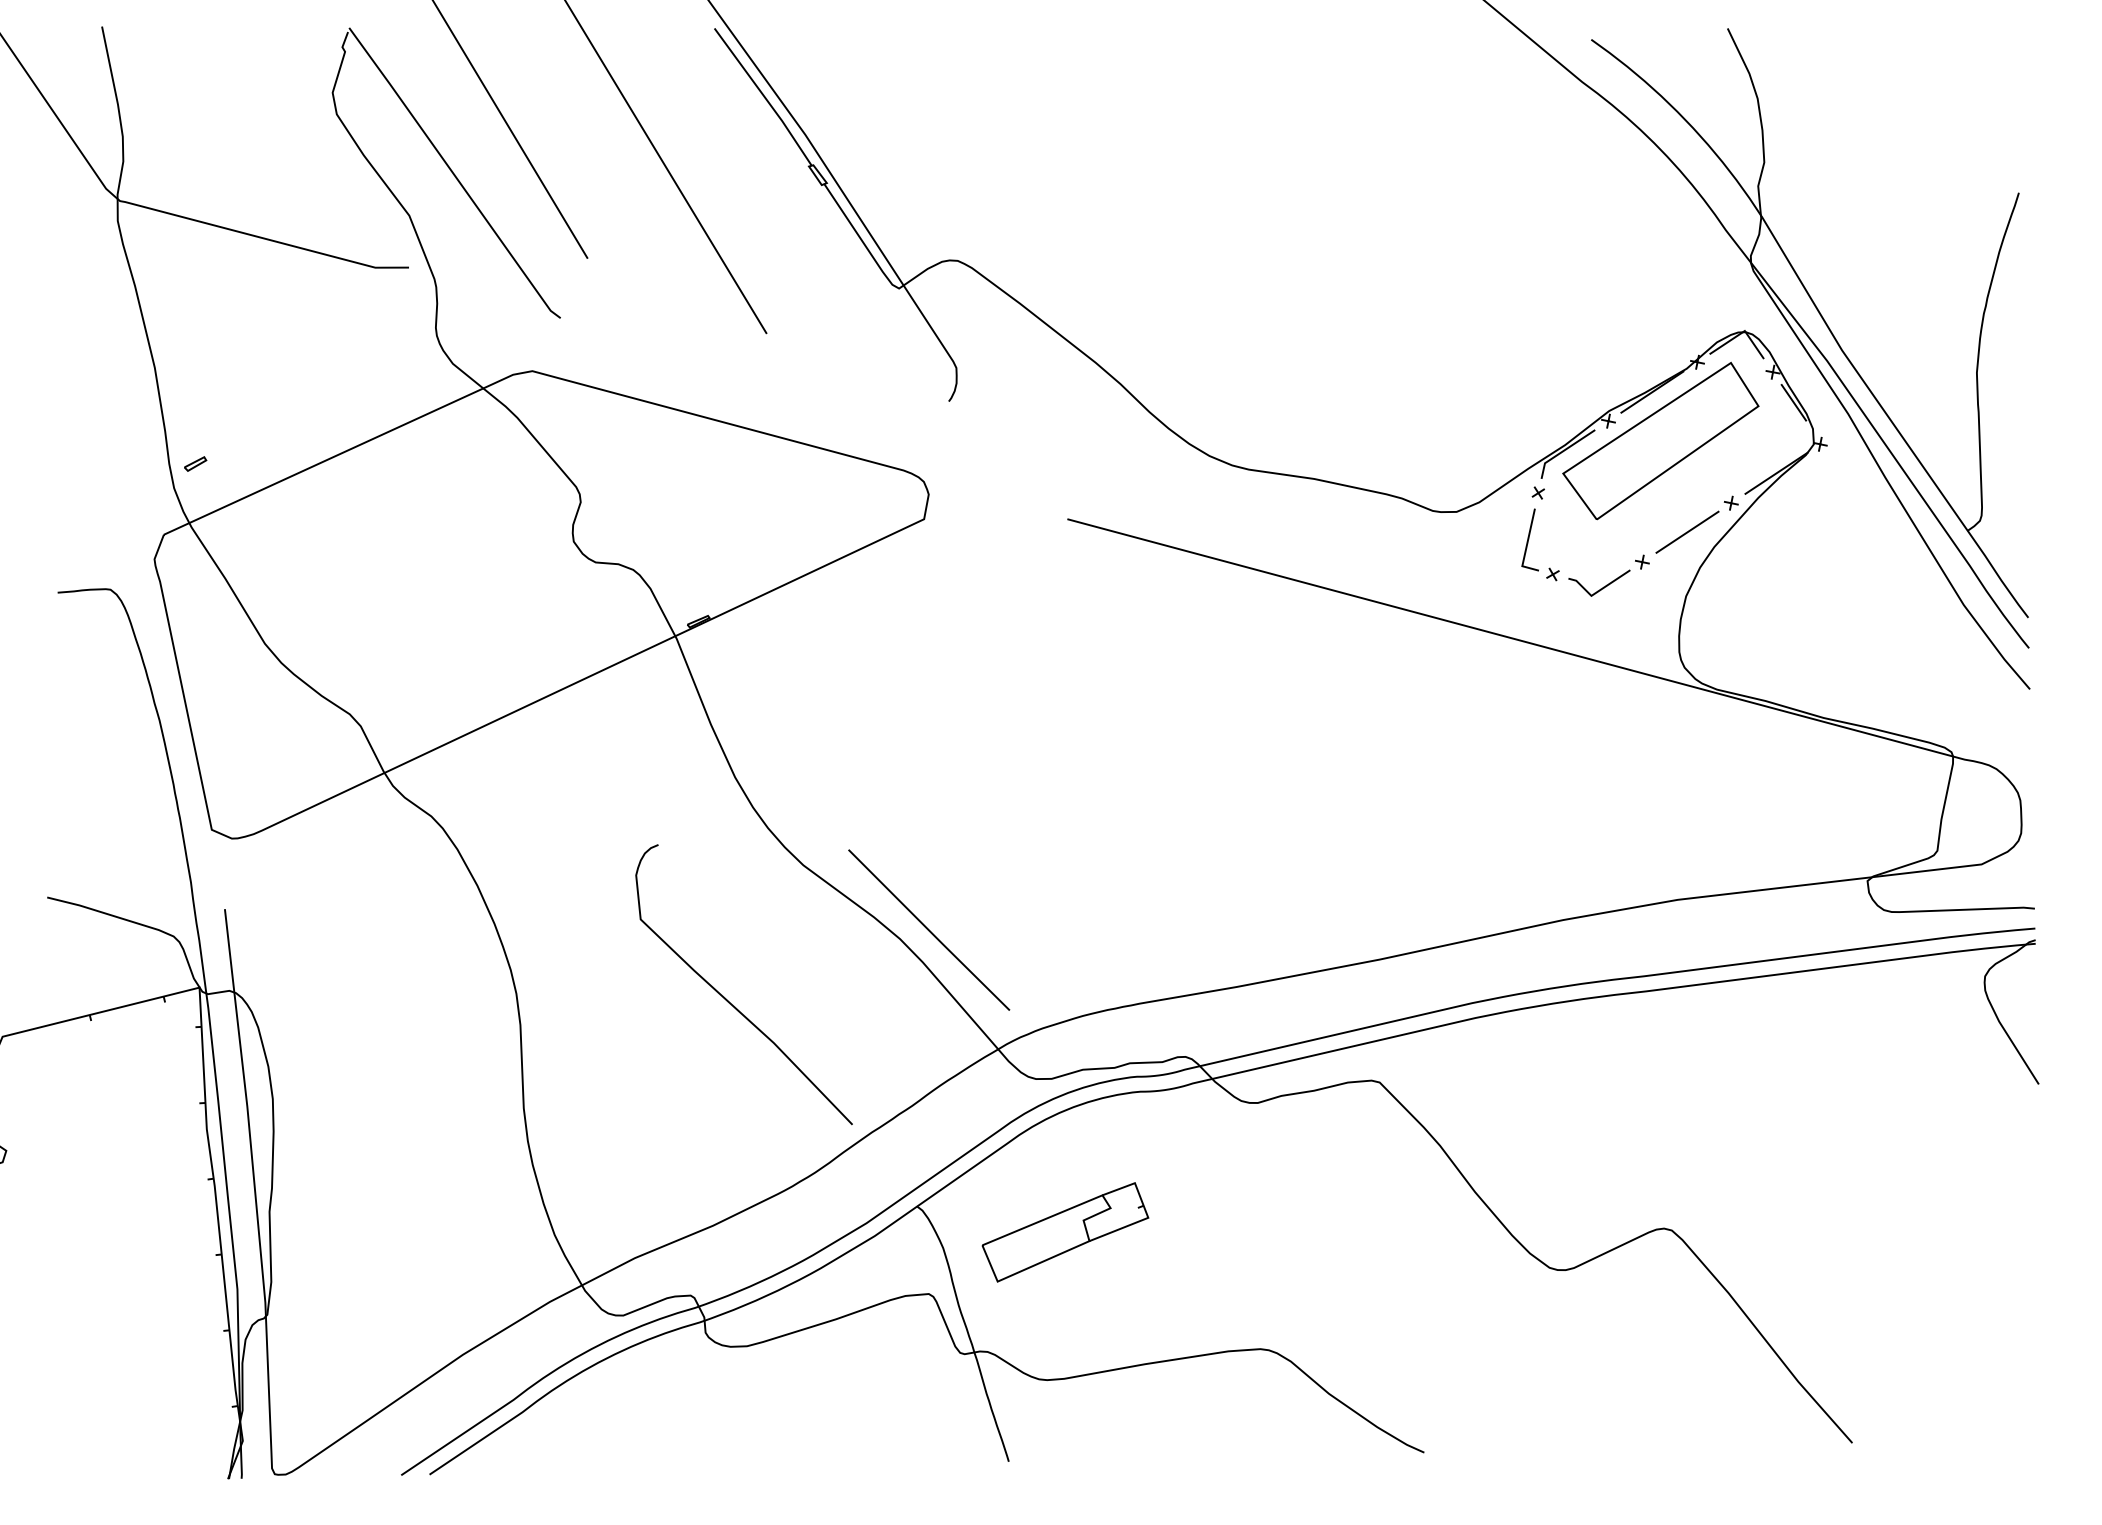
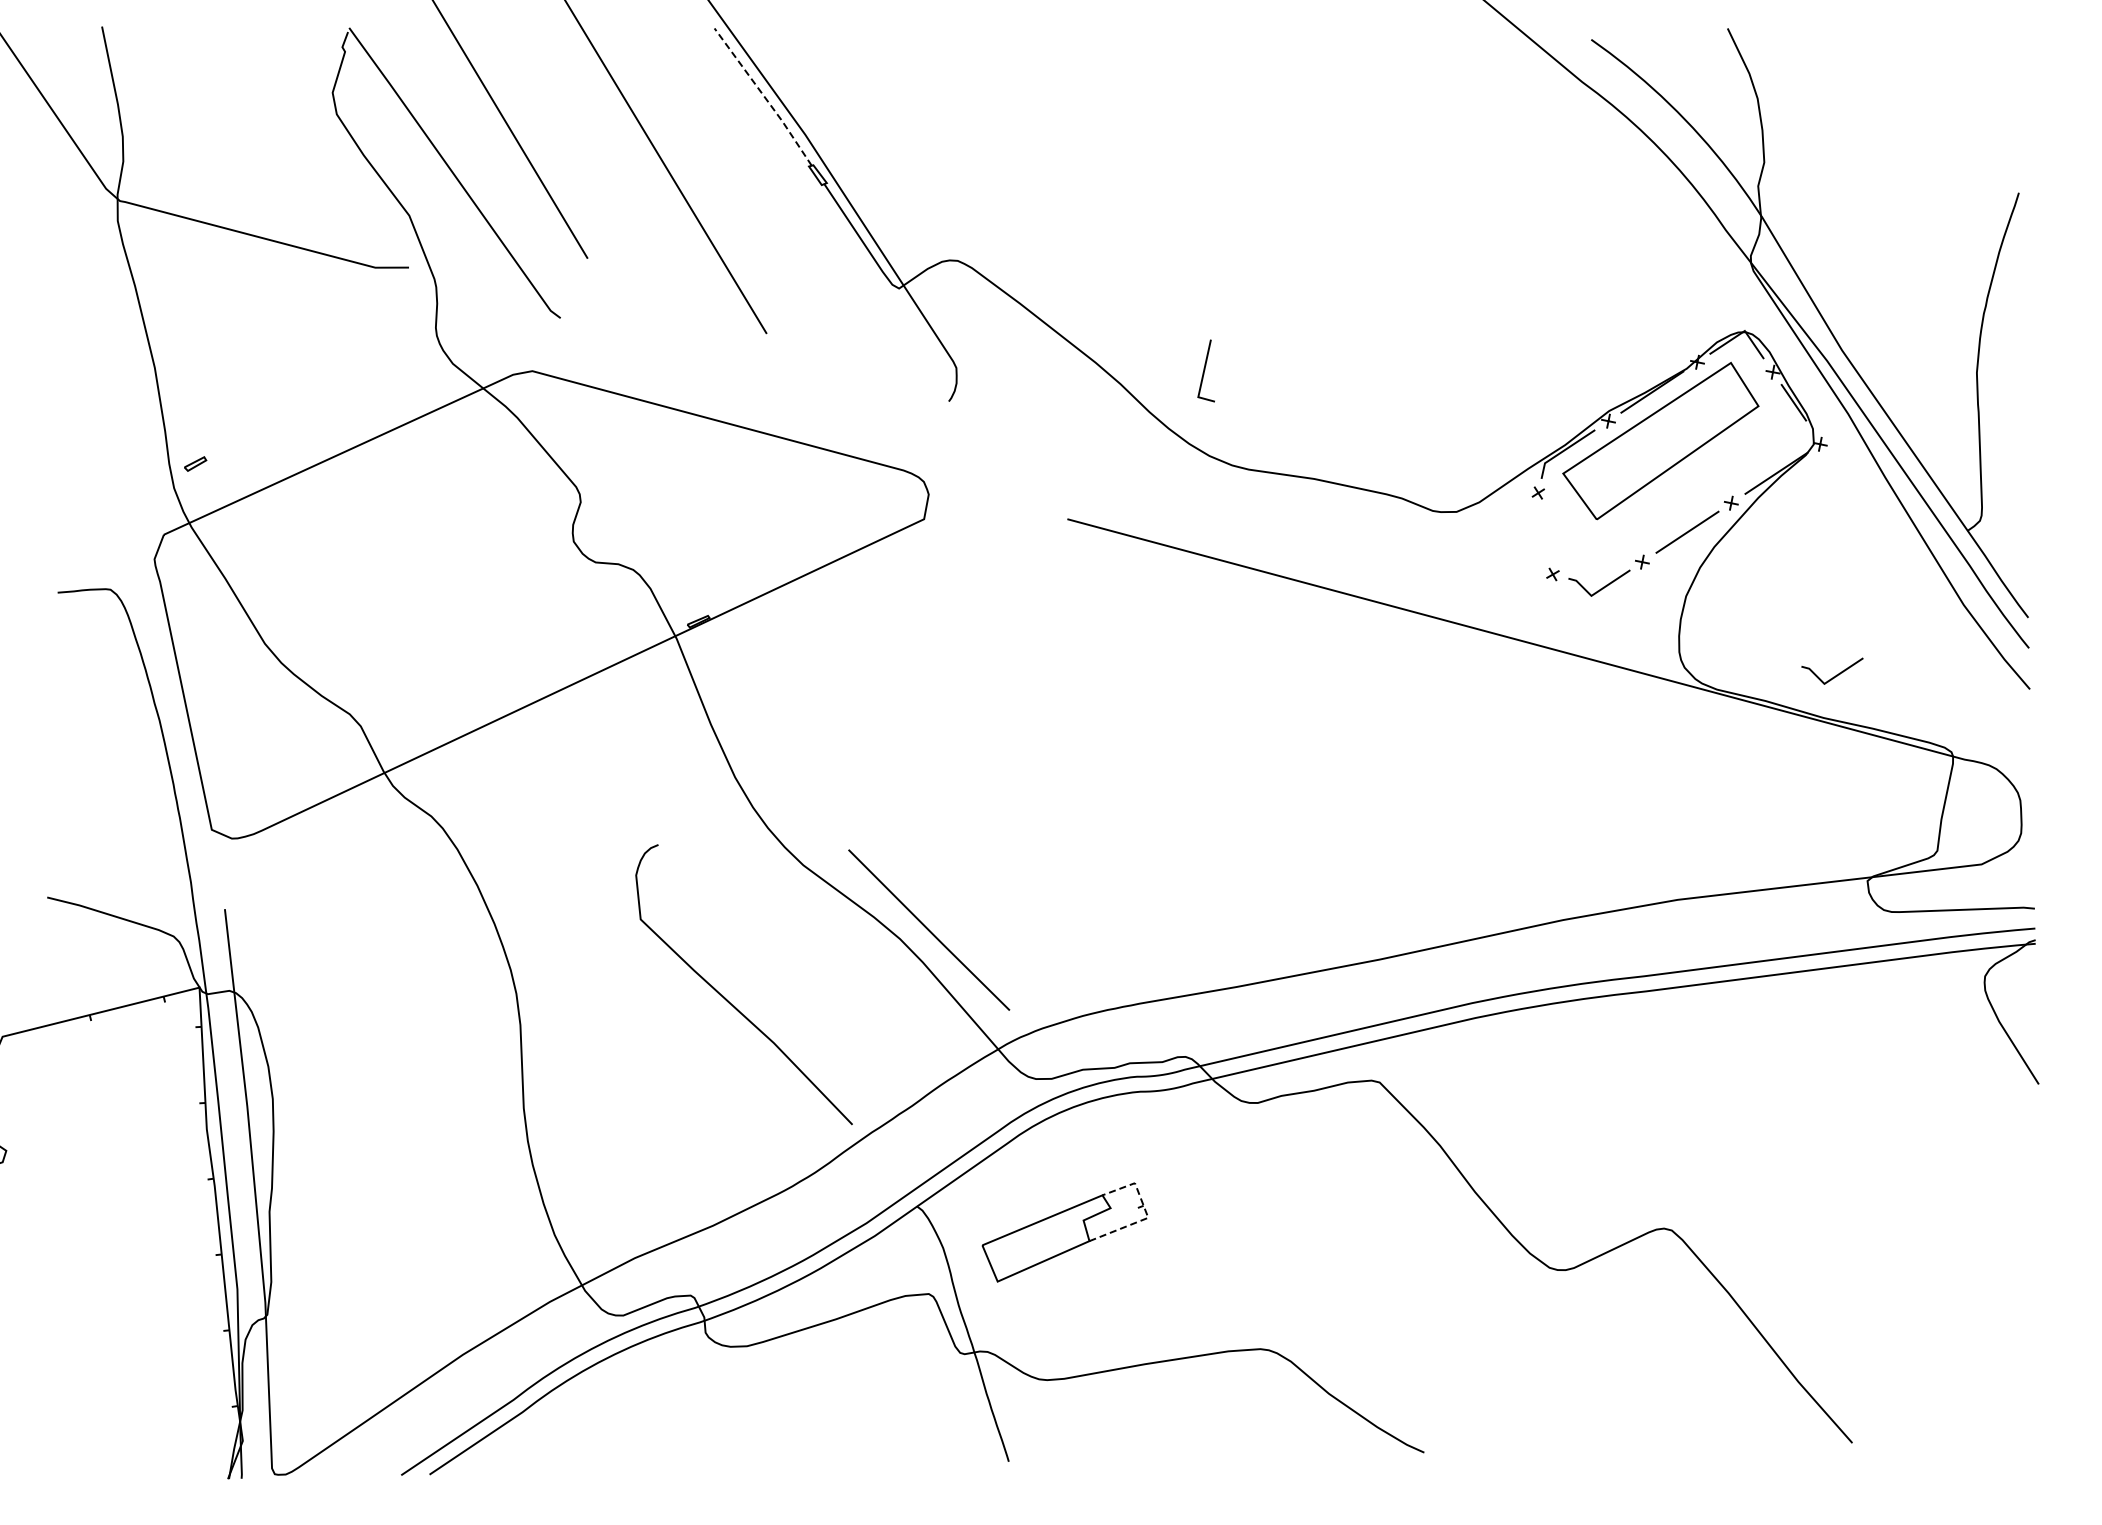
line at (765, 97): solid -> dashed
line at (1529, 539) position: (1529, 539) -> (1205, 370)
line at (1836, 674): none -> present
line at (1146, 1213): solid -> dashed
